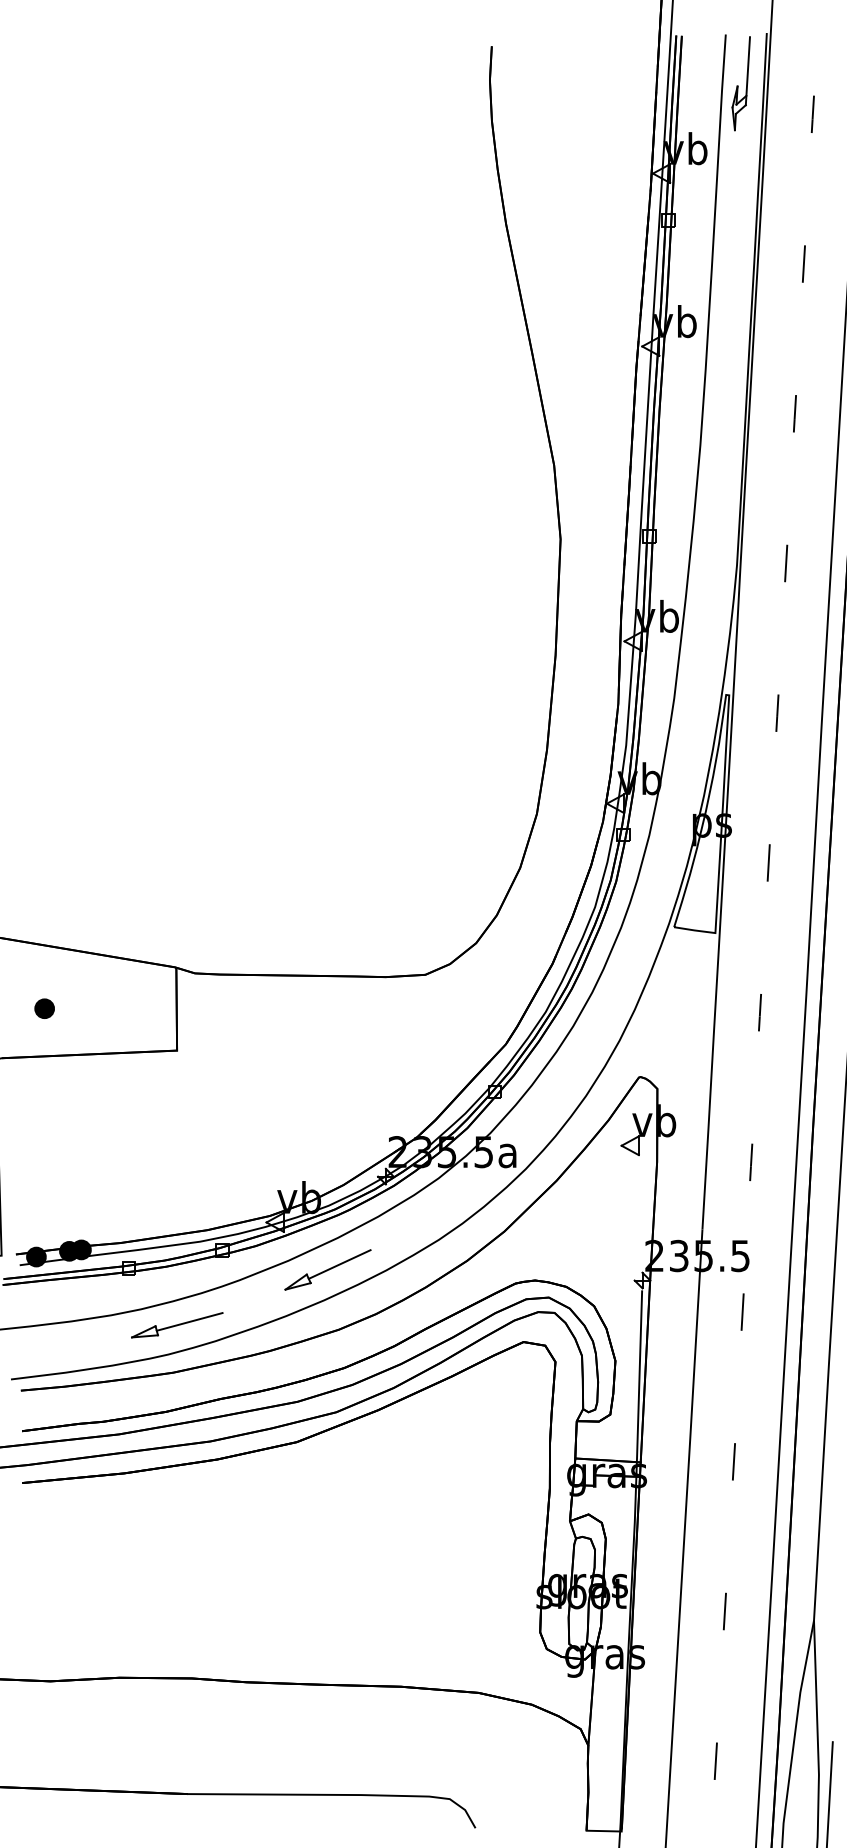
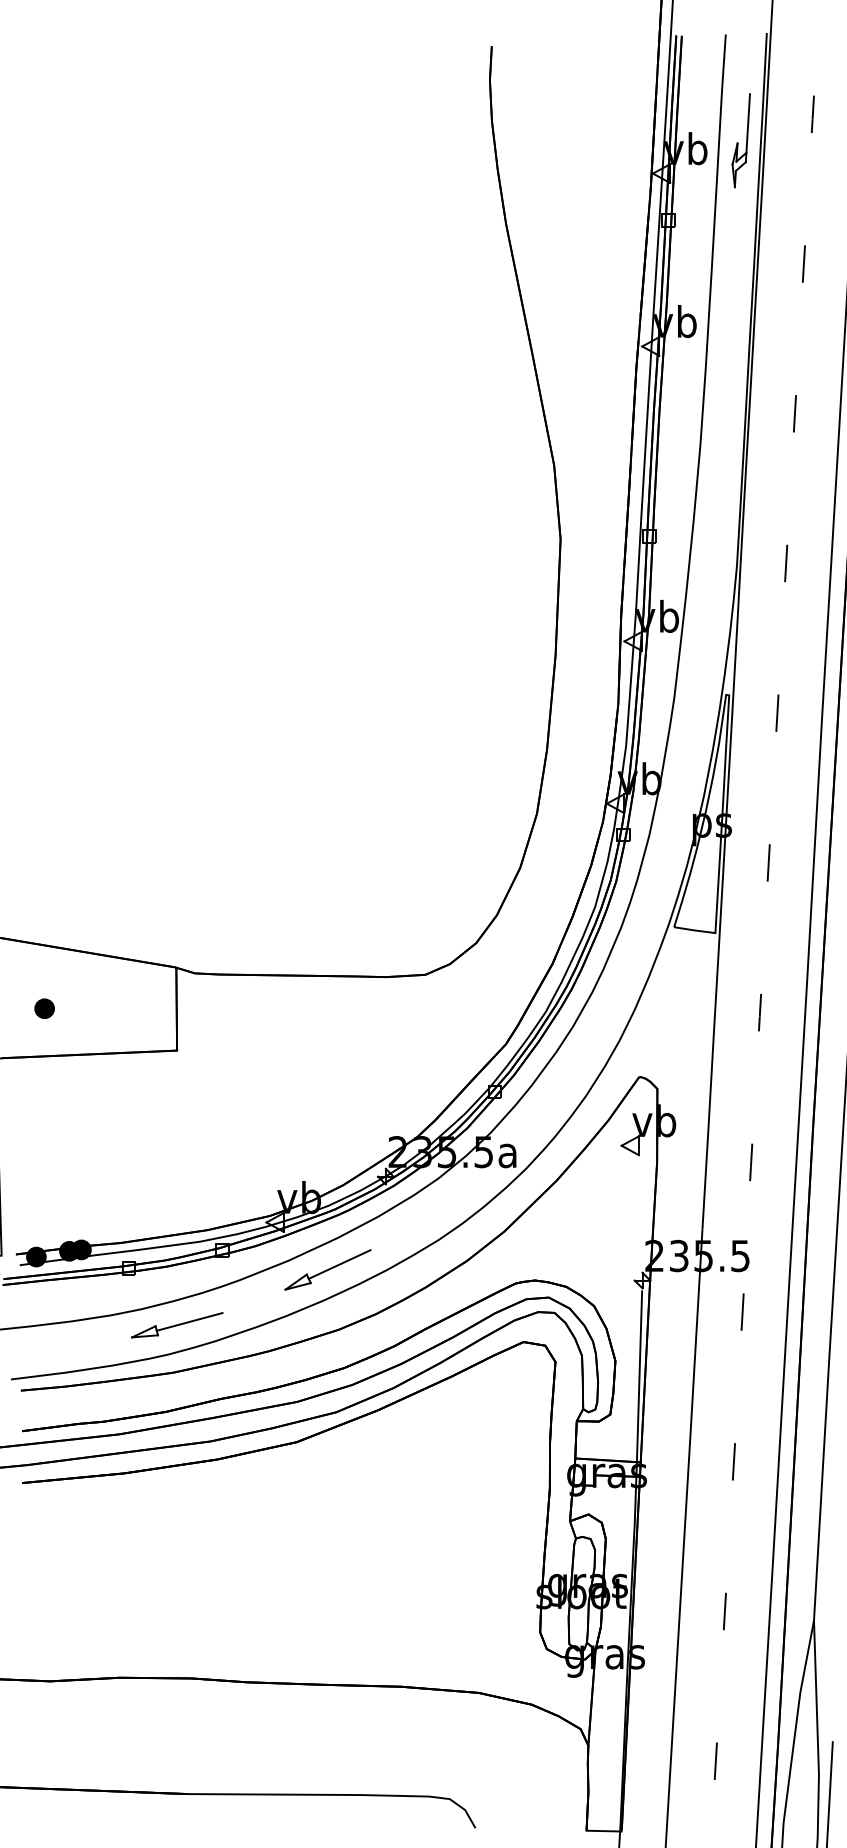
part at (740, 83) position: (740, 83) -> (740, 140)
